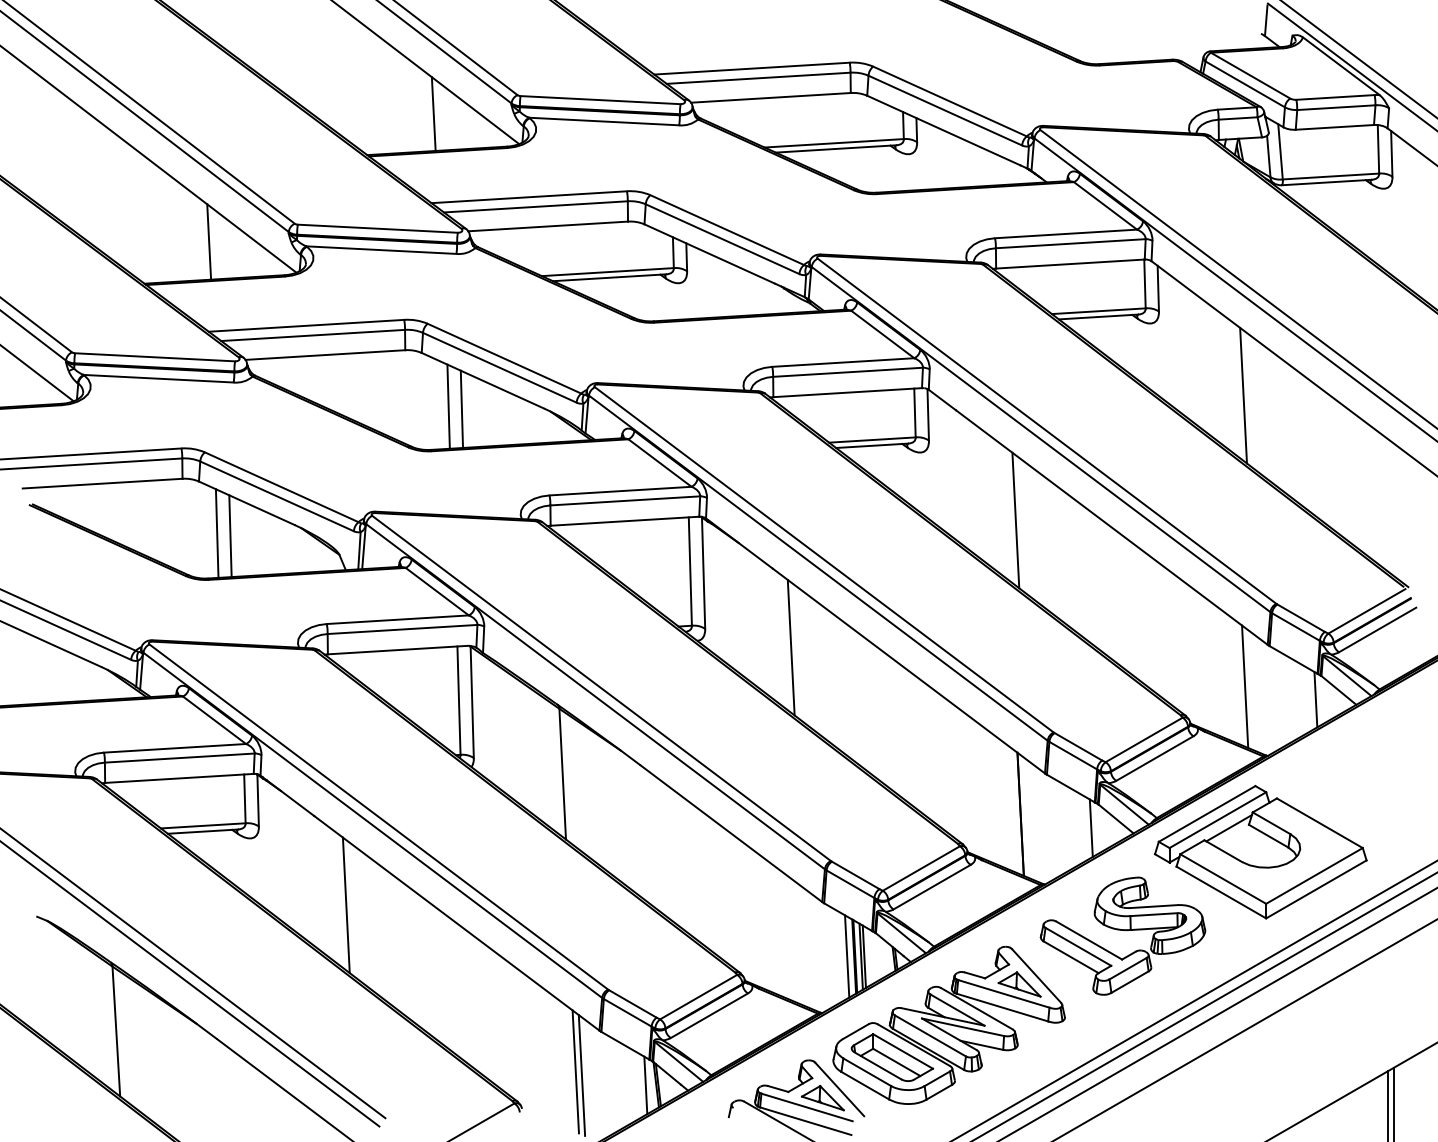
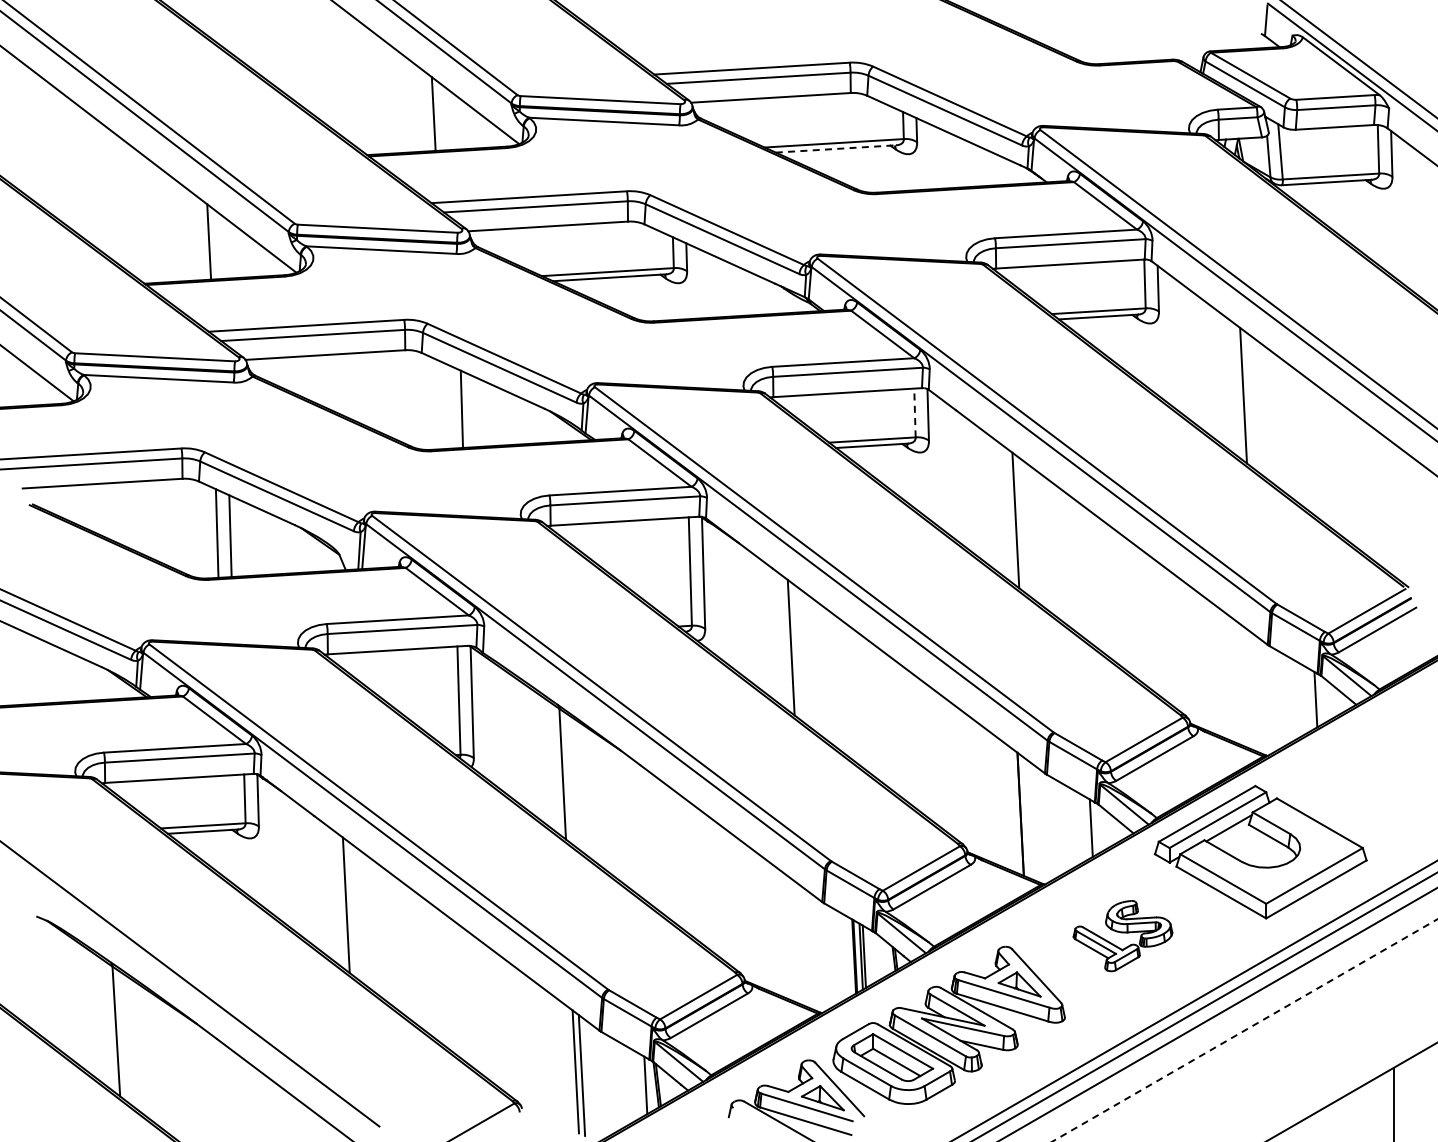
line at (836, 148): solid -> dashed
line at (448, 406): present -> none
line at (914, 412): solid -> dashed
line at (1245, 686): present -> none
part at (1122, 935) size: 168x120 px -> 102x73 px
line at (847, 956): present -> none
line at (193, 974): present -> none
line at (1245, 1030): solid -> dashed
line at (1388, 1104): present -> none
